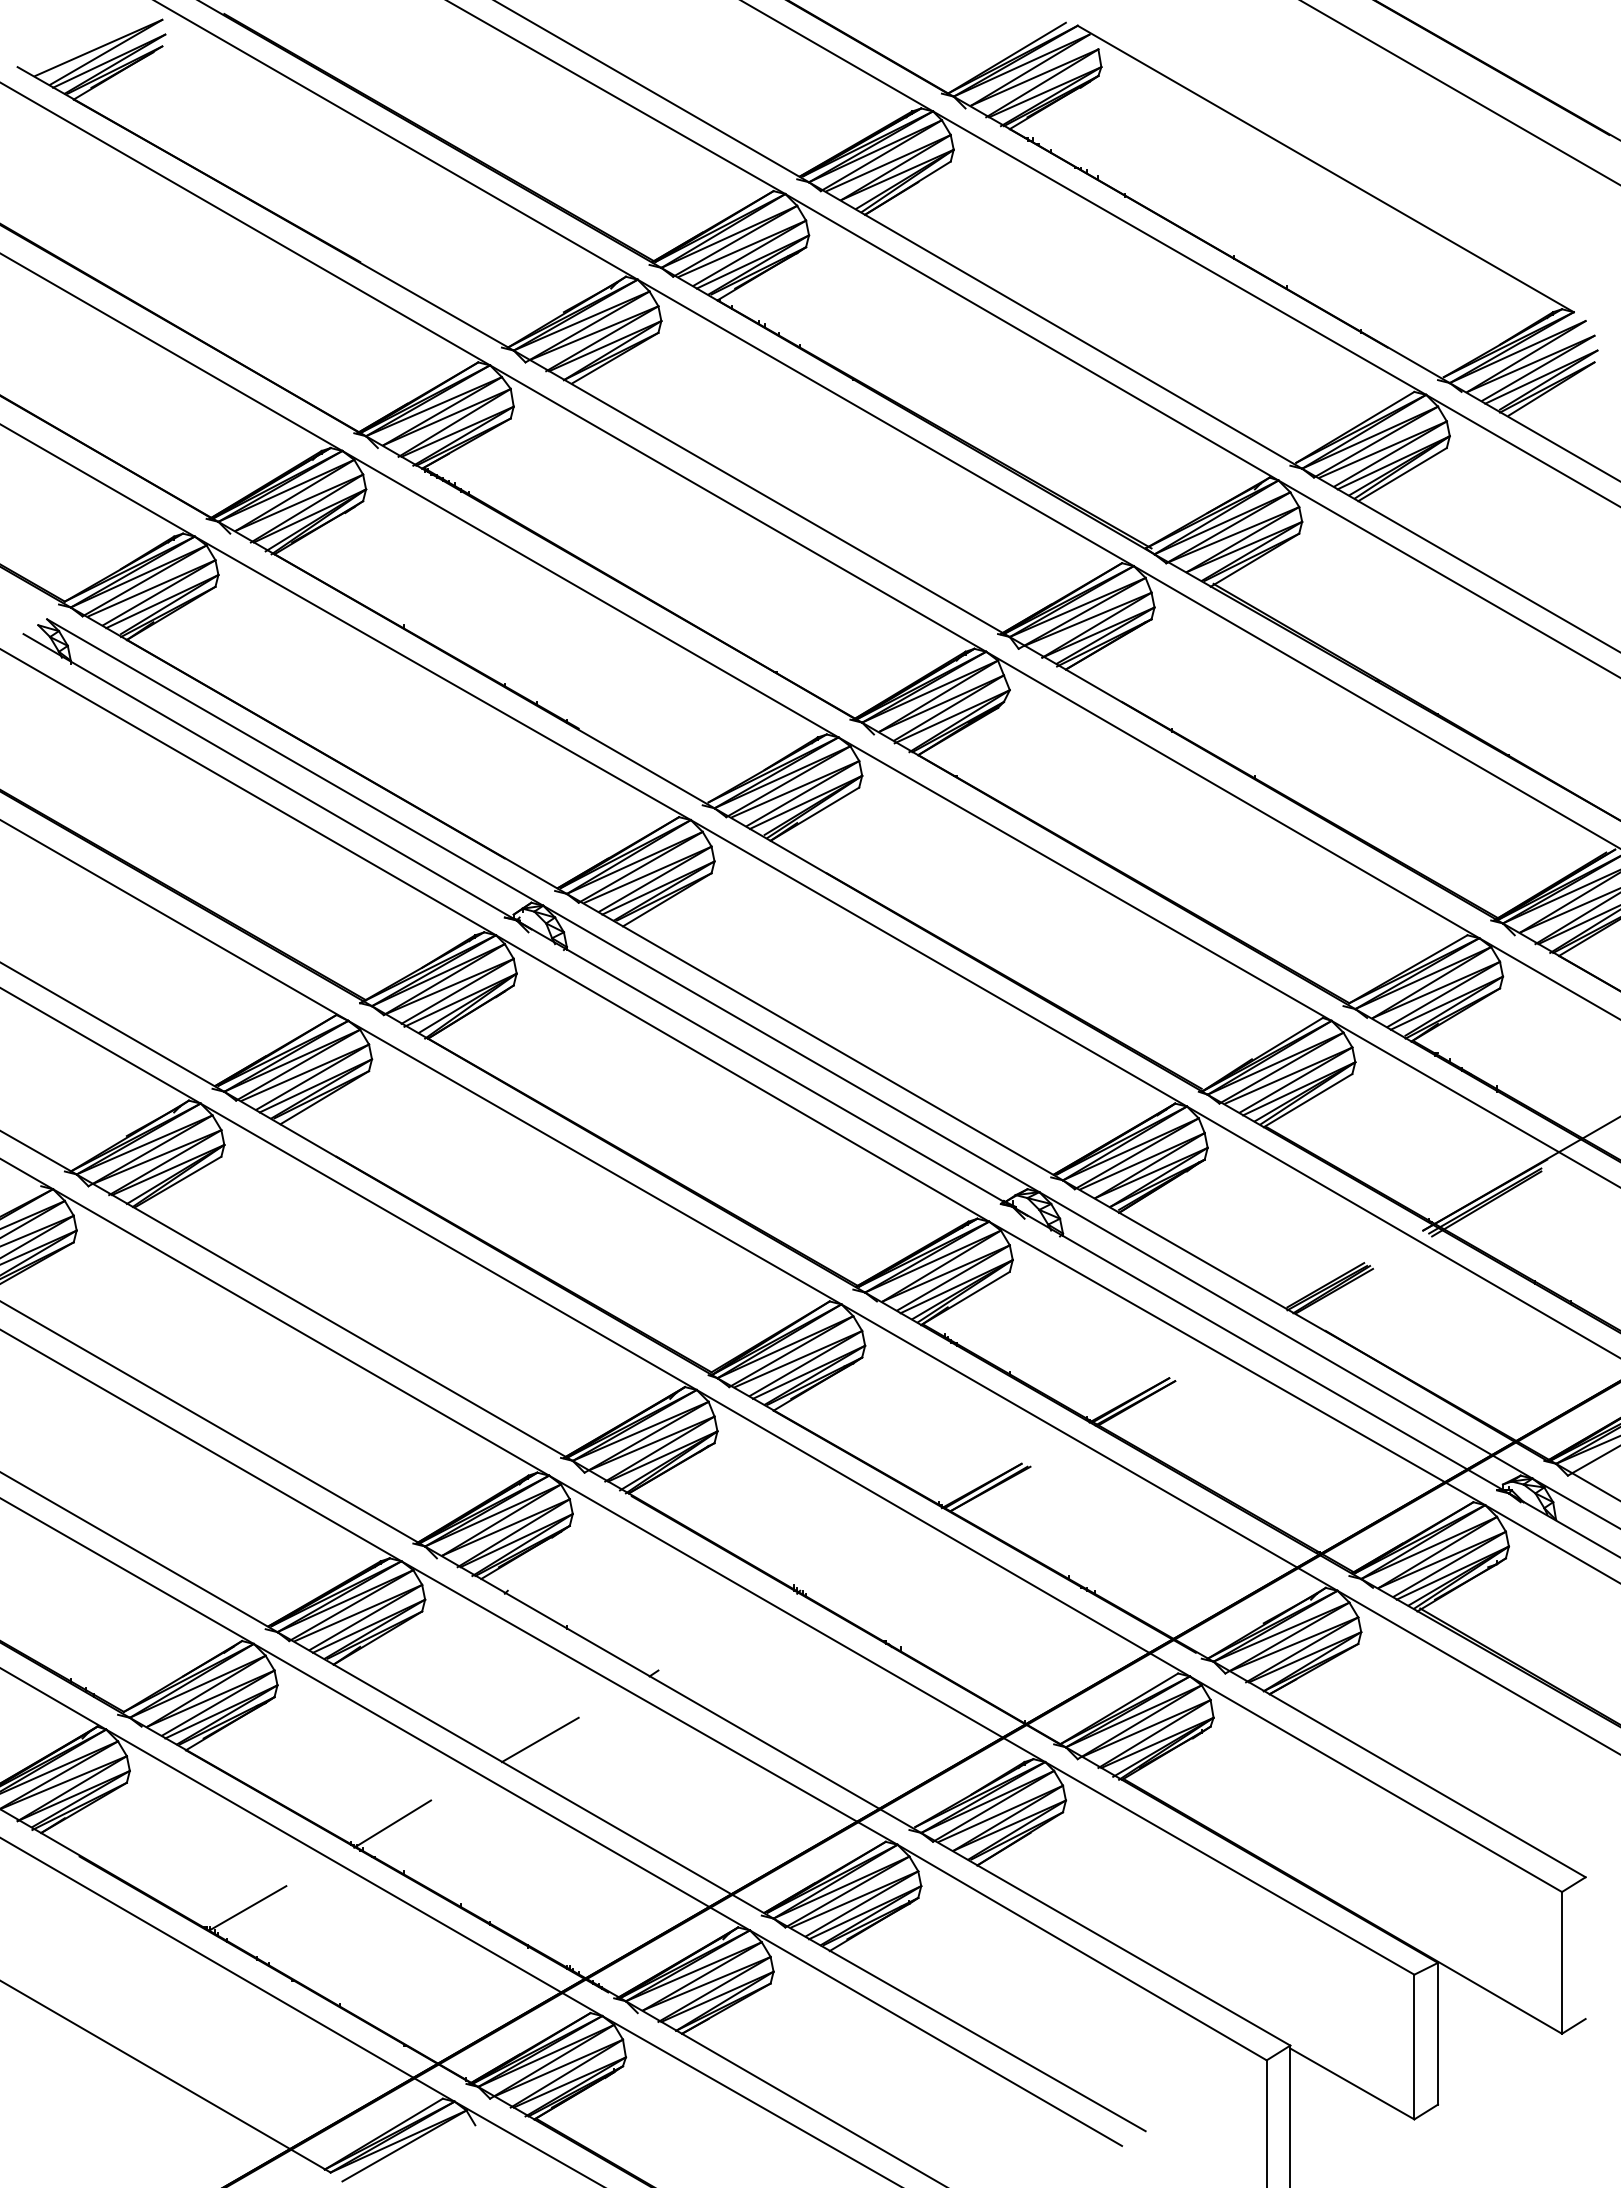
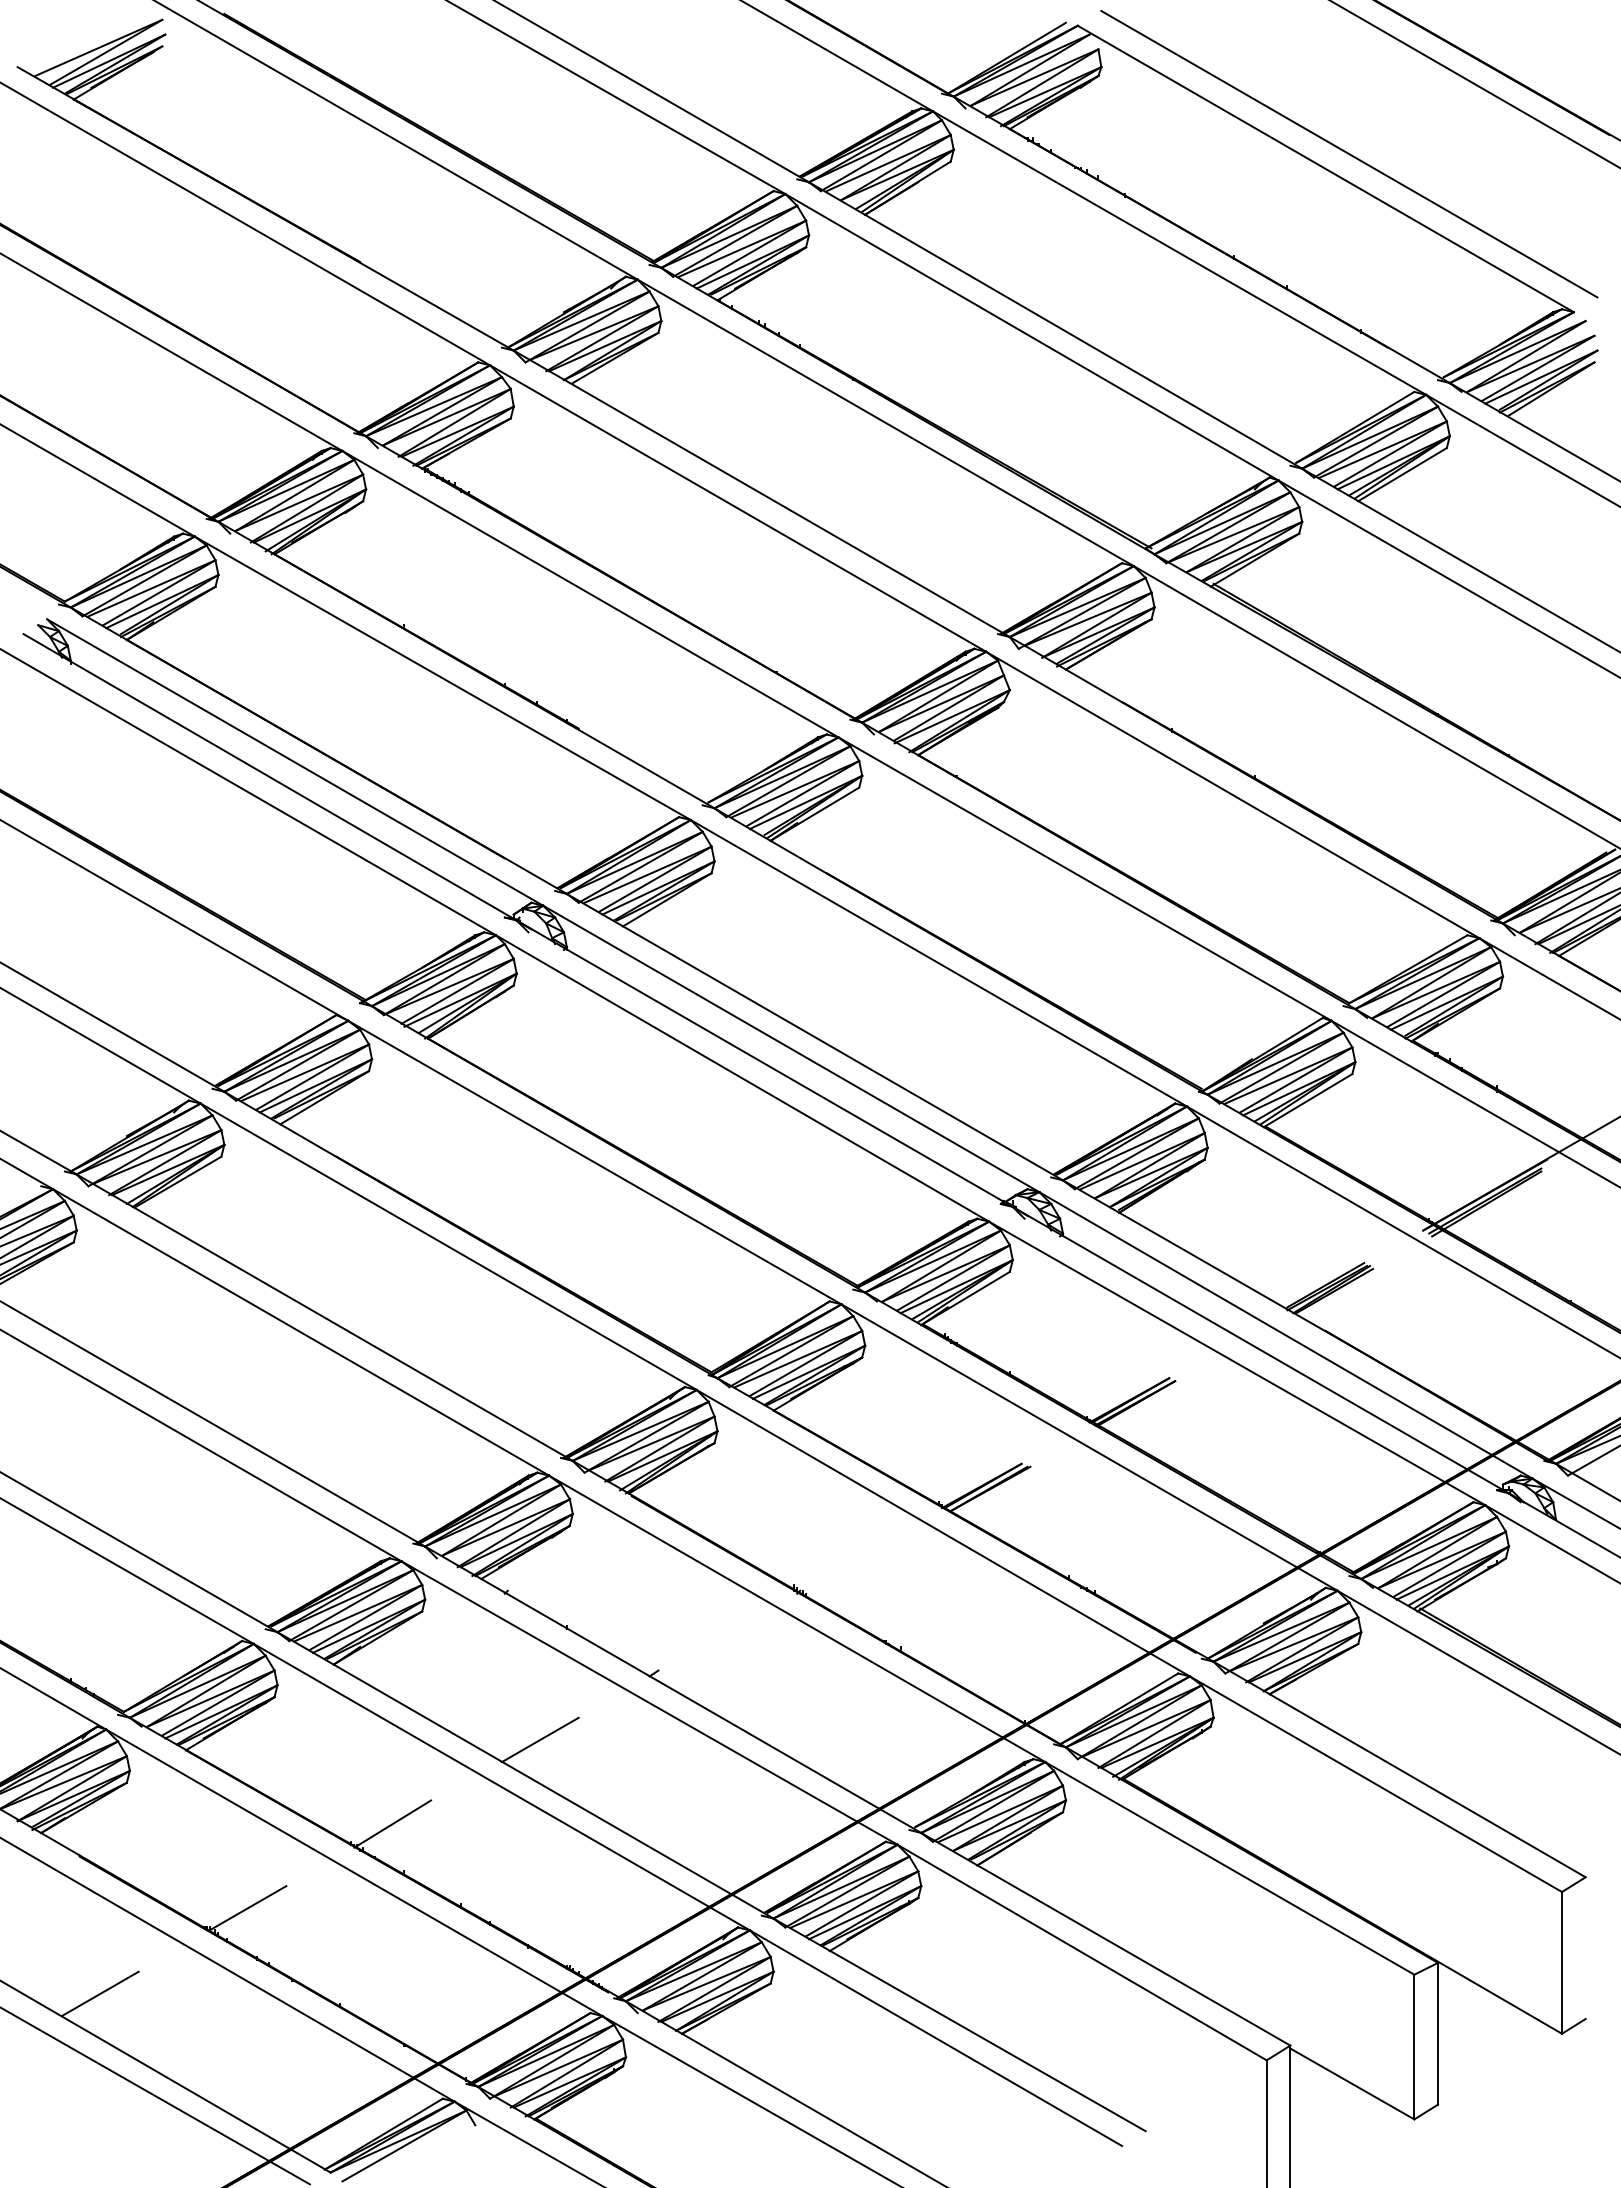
line at (1460, 92) position: (1460, 92) -> (1474, 84)
line at (1349, 154): none -> present
line at (99, 1993): none -> present
line at (155, 2096): none -> present
